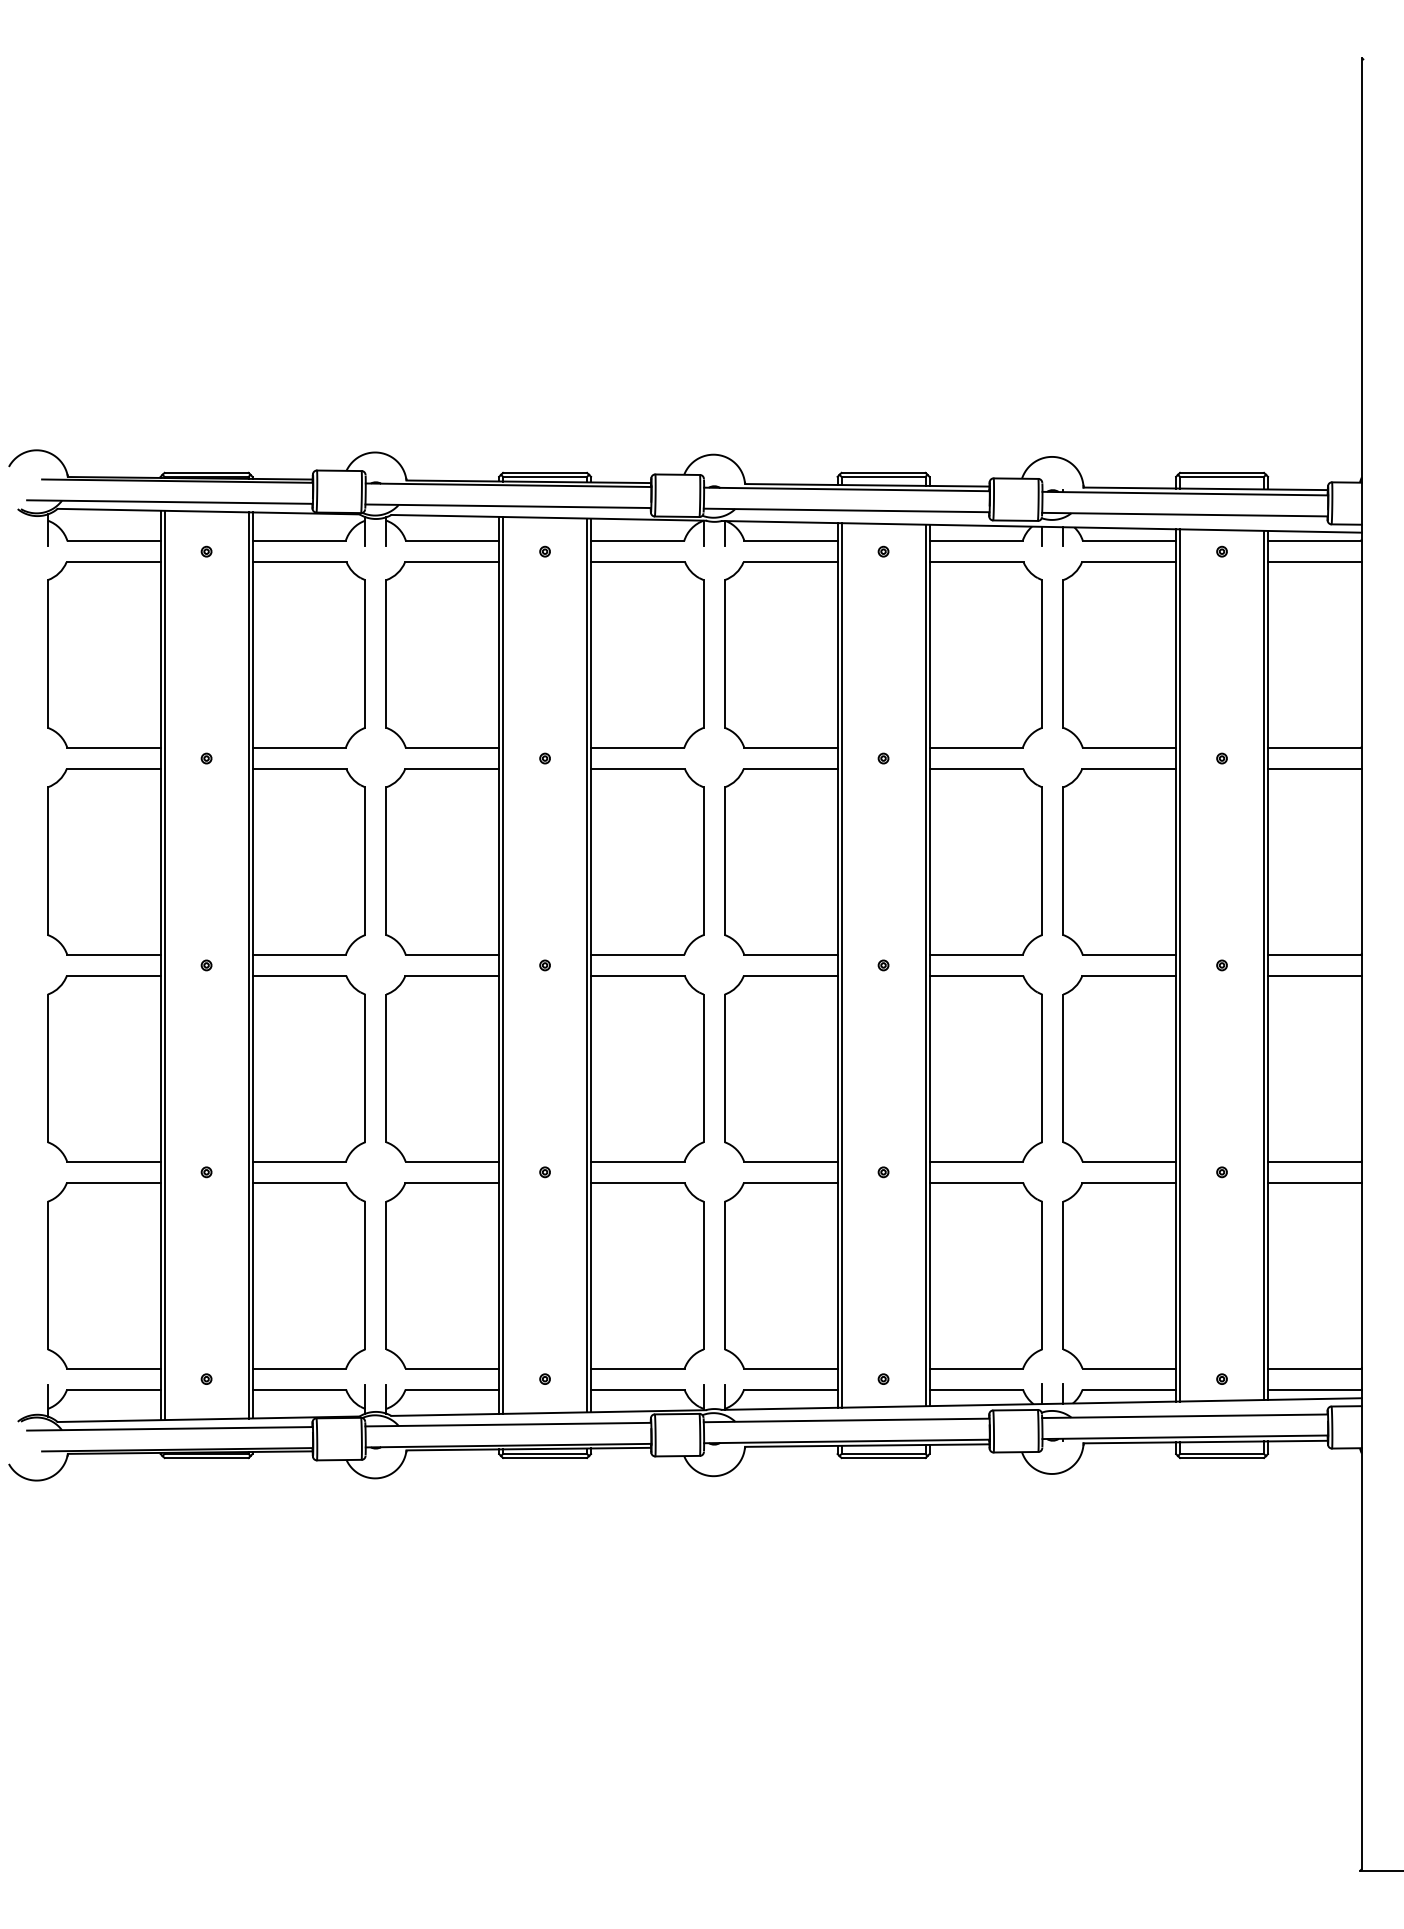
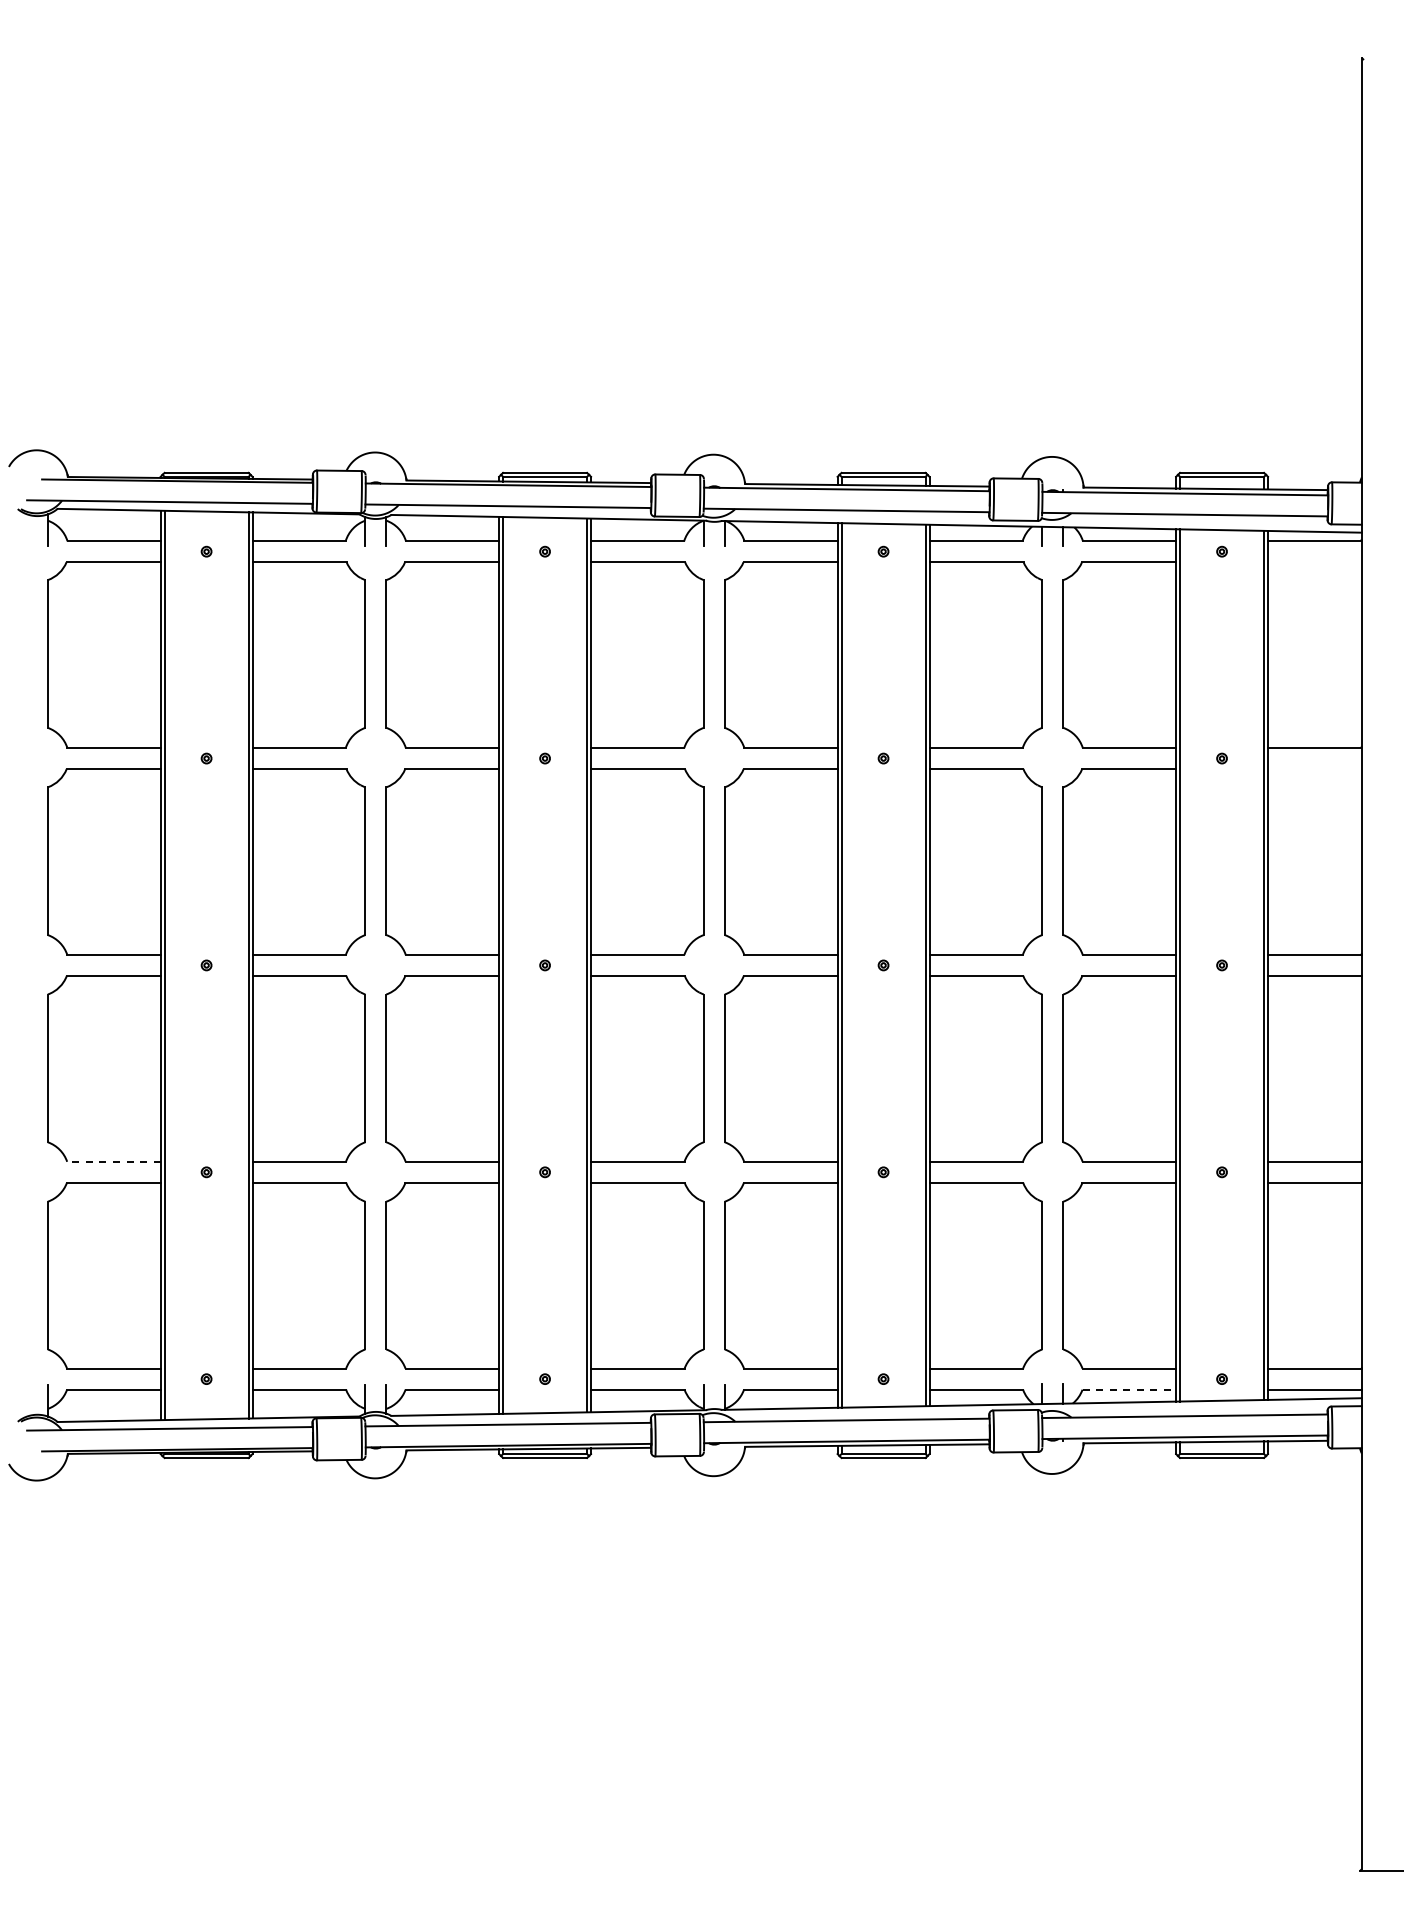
line at (1314, 562): present -> none
line at (1314, 769): present -> none
line at (113, 1161): solid -> dashed
line at (1129, 1389): solid -> dashed
